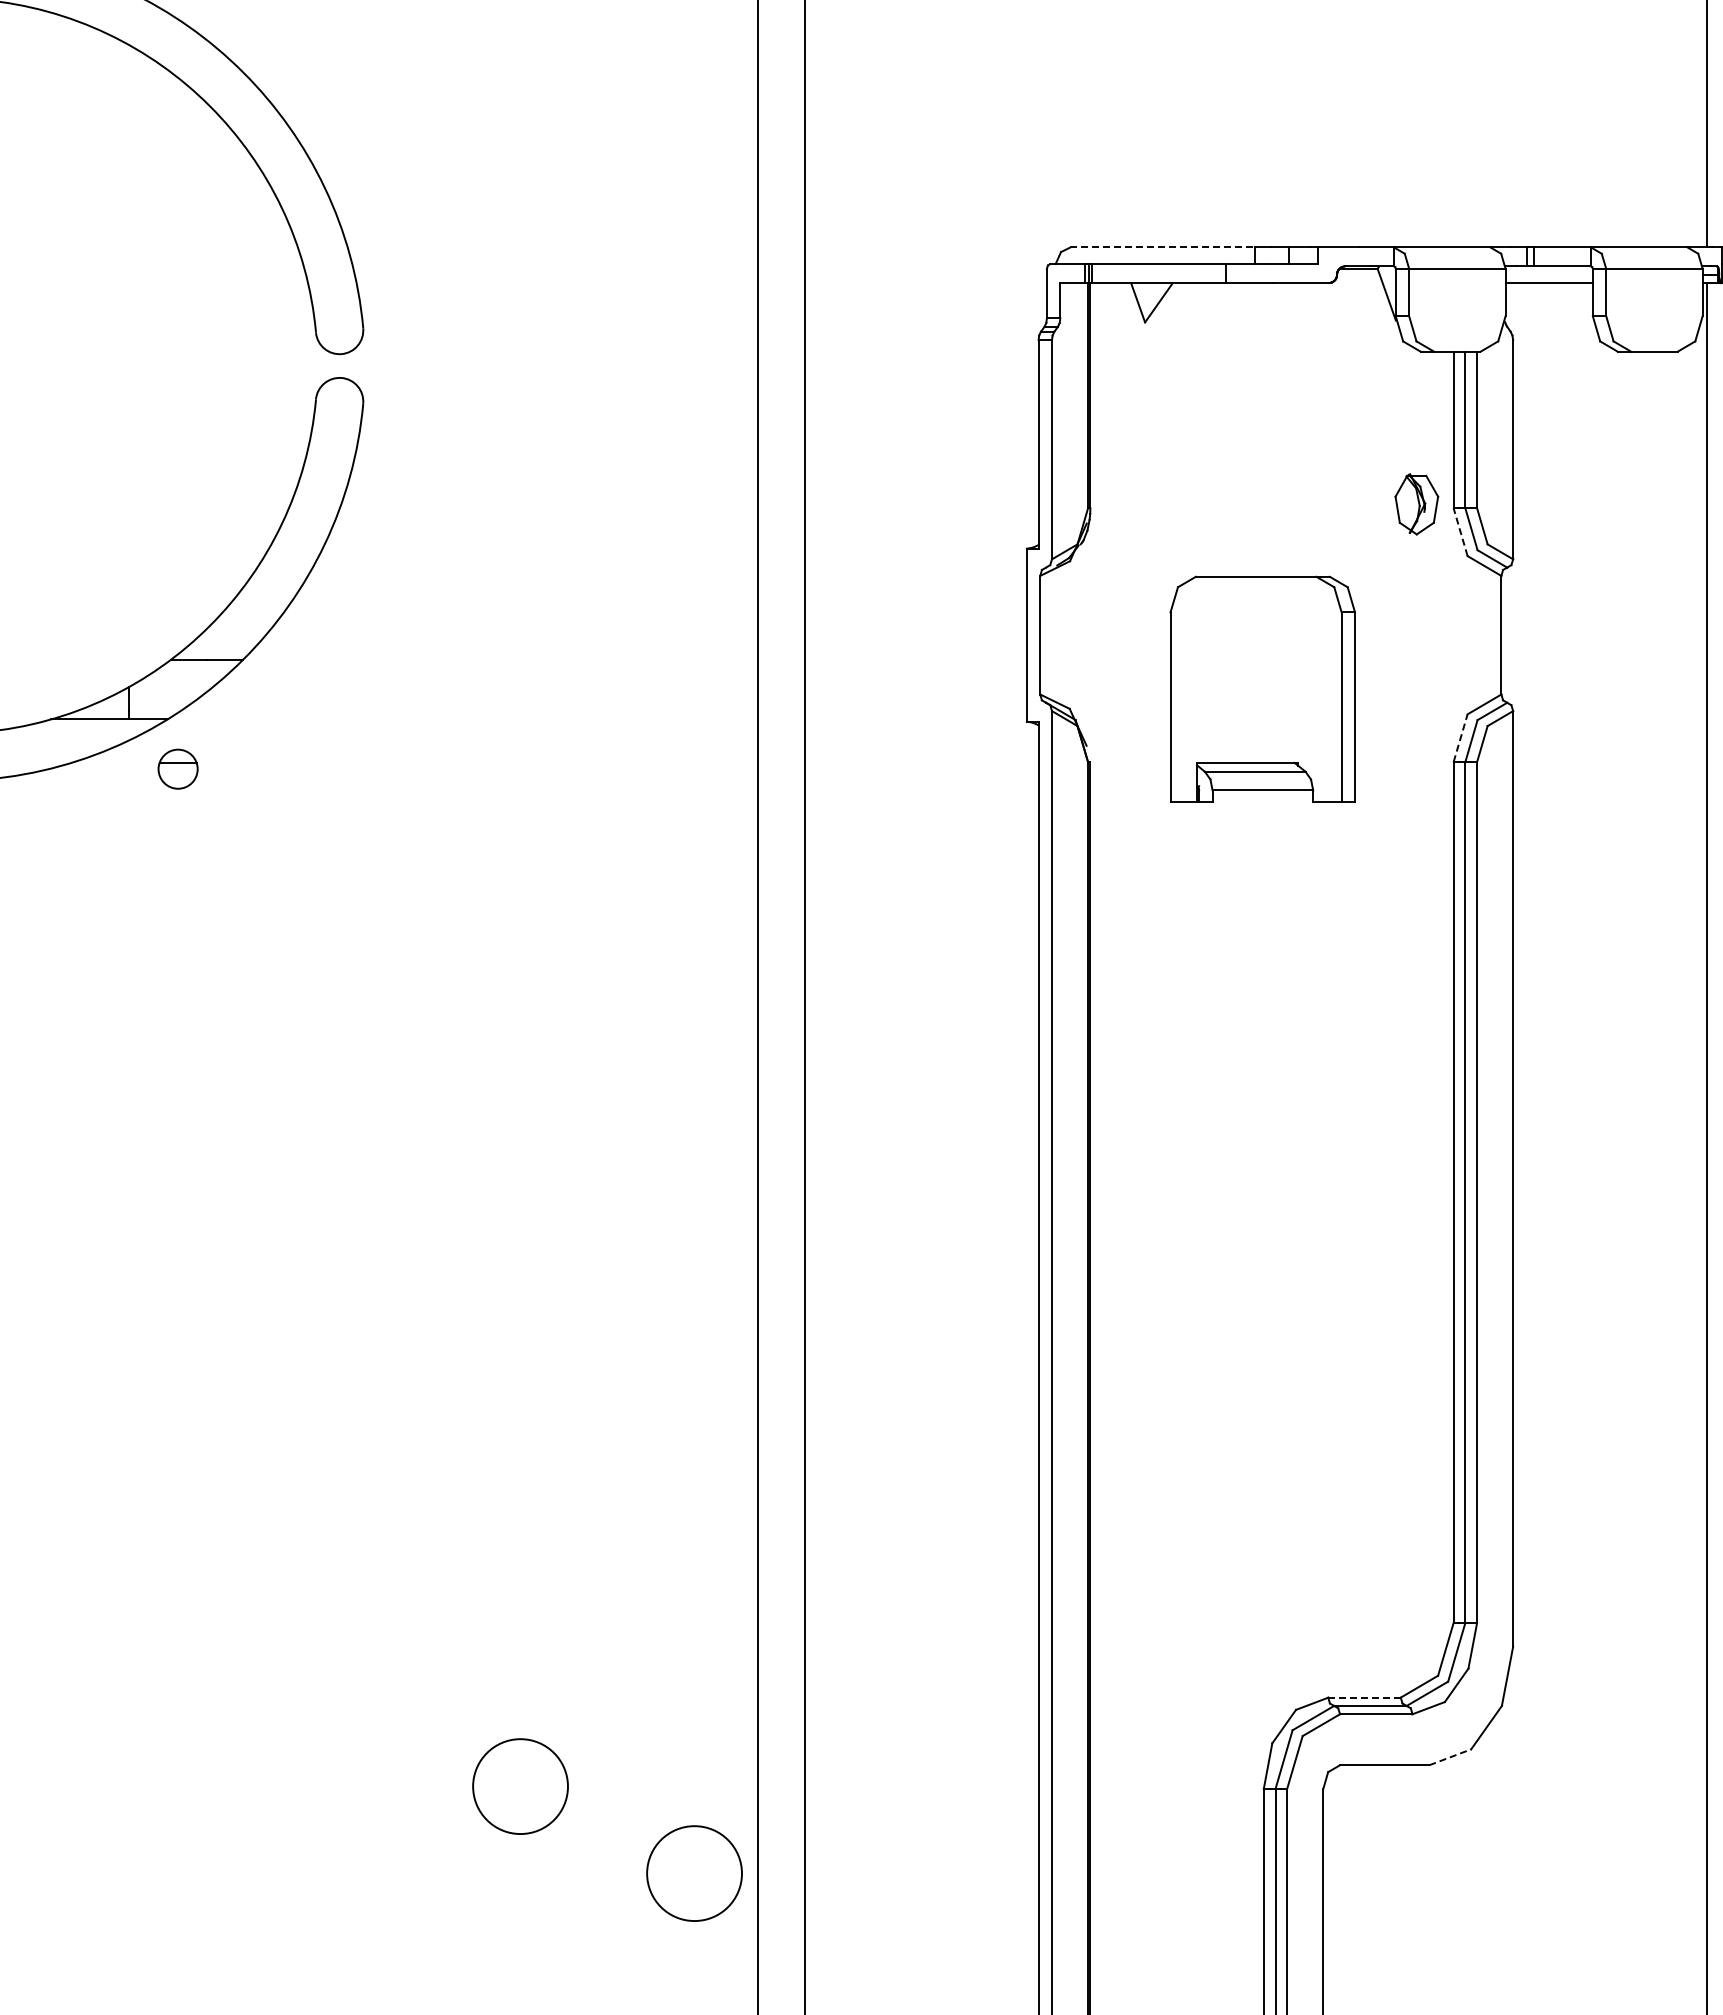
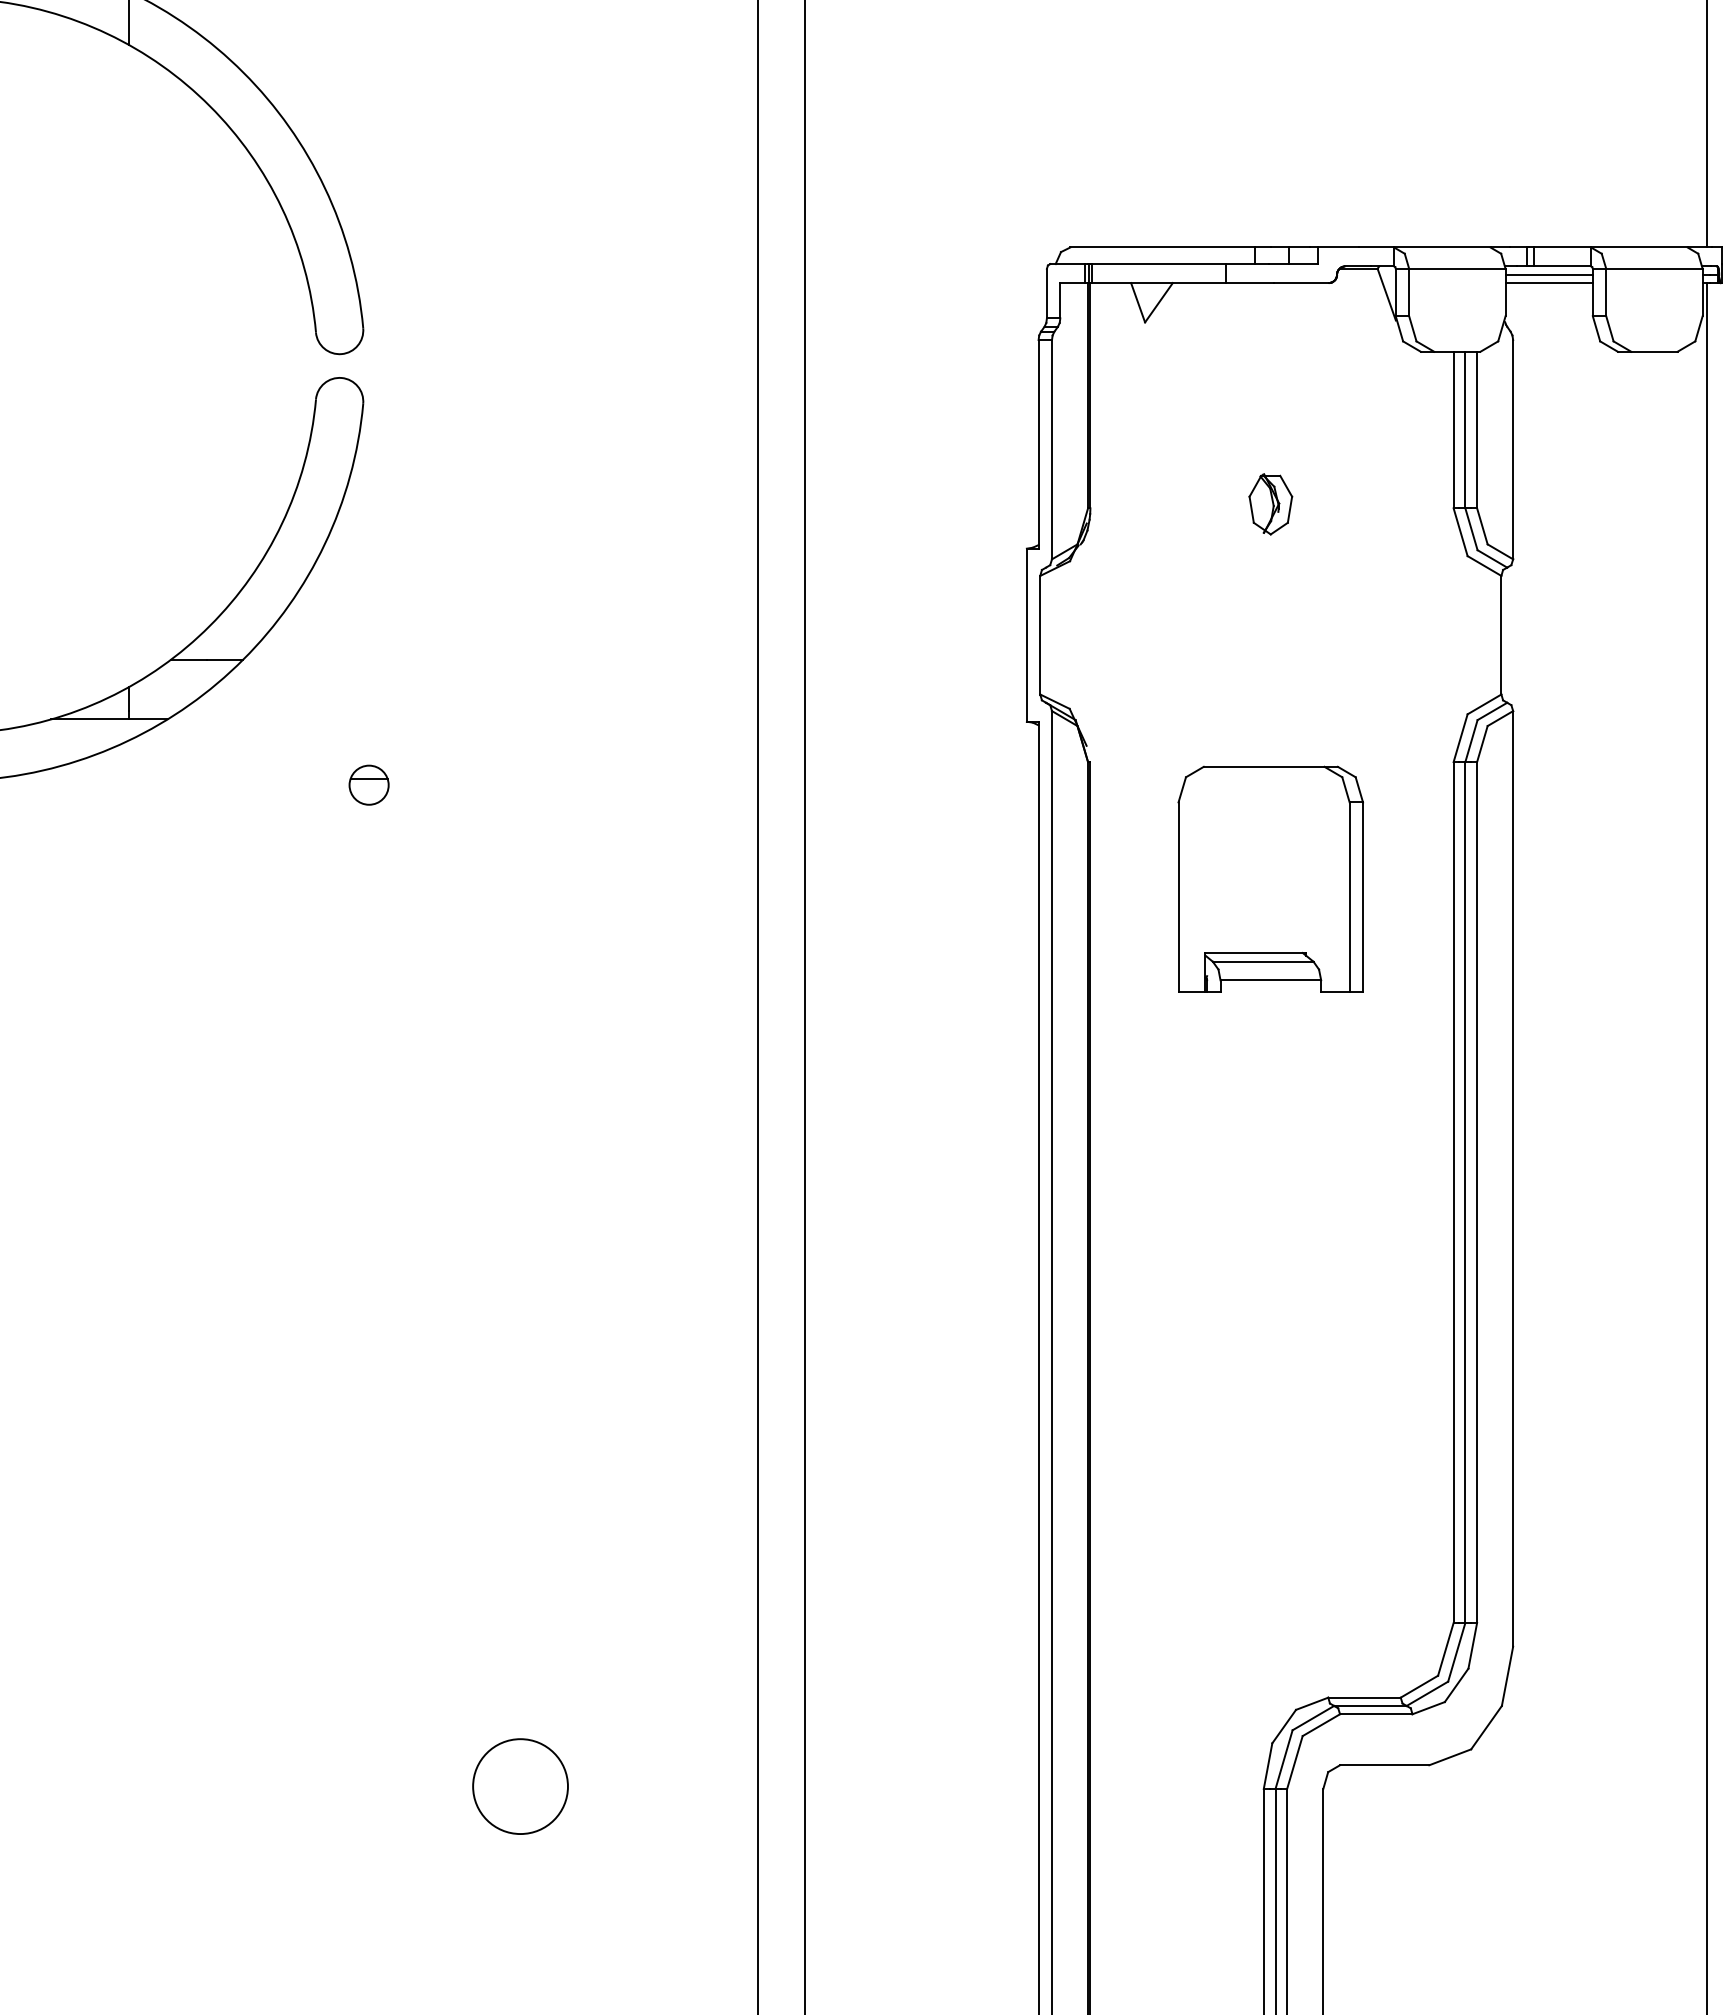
line at (129, 23): none -> present
line at (1163, 247): dashed -> solid
line at (1548, 274): none -> present
part at (1416, 504) position: (1416, 504) -> (1270, 504)
line at (1460, 532): dashed -> solid
part at (1262, 688) position: (1262, 688) -> (1270, 878)
line at (1460, 738): dashed -> solid
part at (177, 768) position: (177, 768) -> (368, 784)
line at (1365, 1697): dashed -> solid
line at (1450, 1757): dashed -> solid
circle at (694, 1873): present -> none
